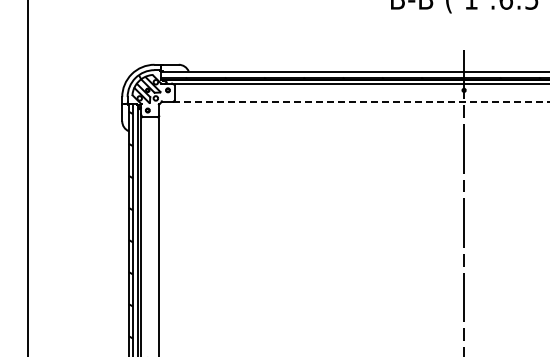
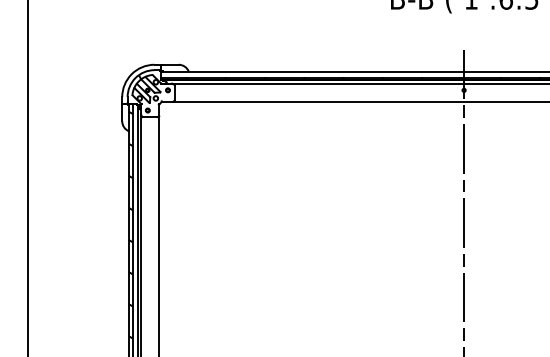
line at (361, 101): dashed -> solid
